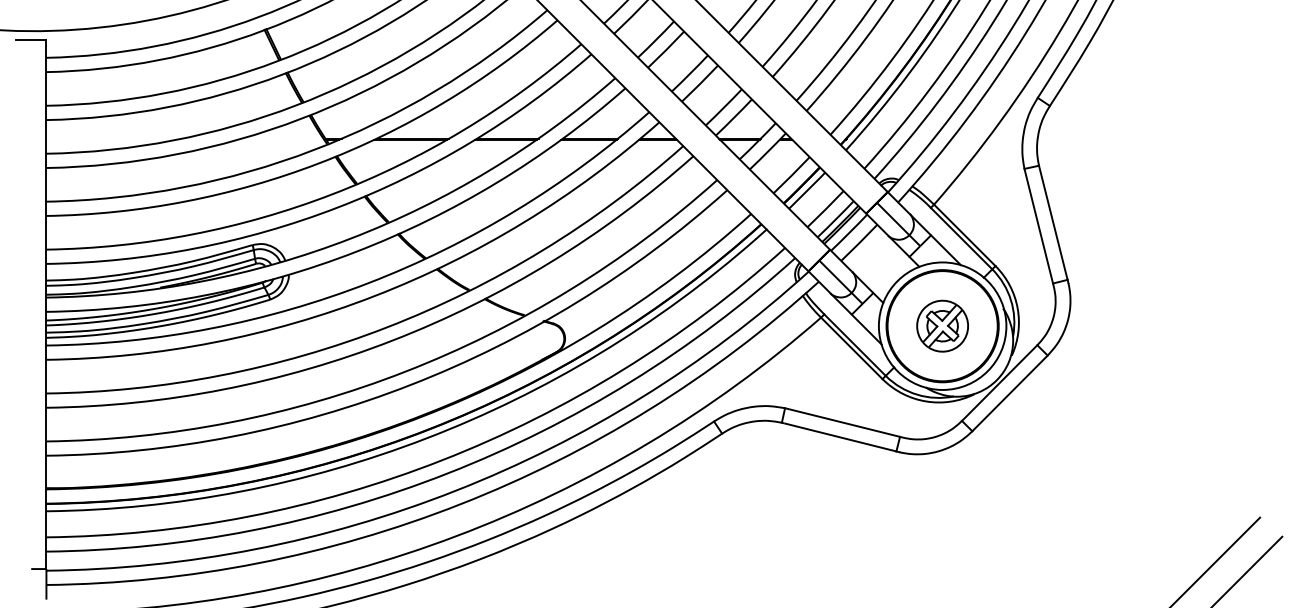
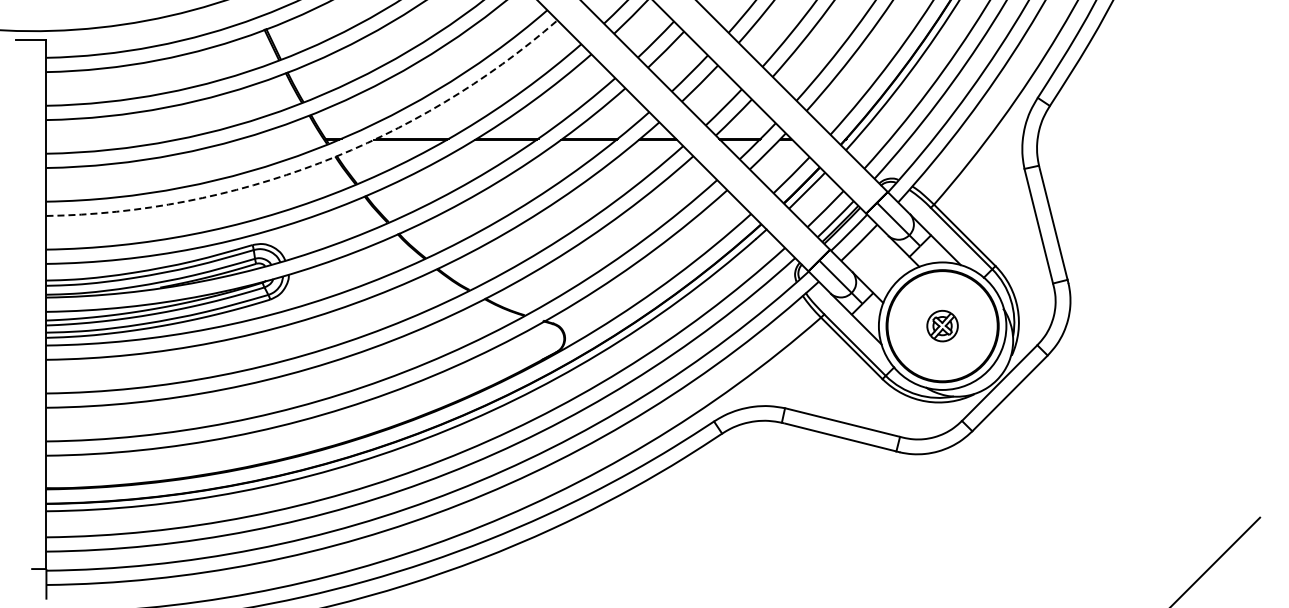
arc at (319, 163): solid -> dashed
part at (942, 325) size: 53x54 px -> 33x34 px
line at (1248, 570): present -> none
